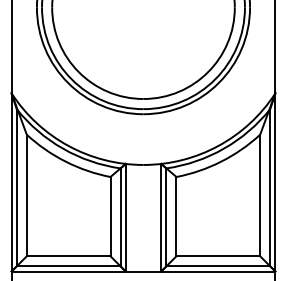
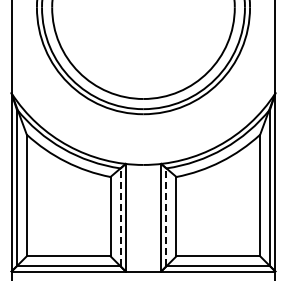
line at (120, 216): solid -> dashed
line at (166, 216): solid -> dashed
